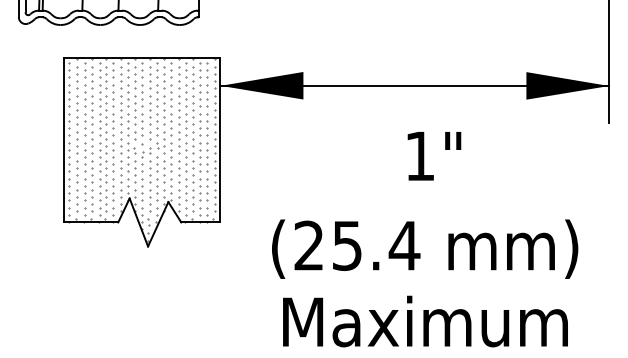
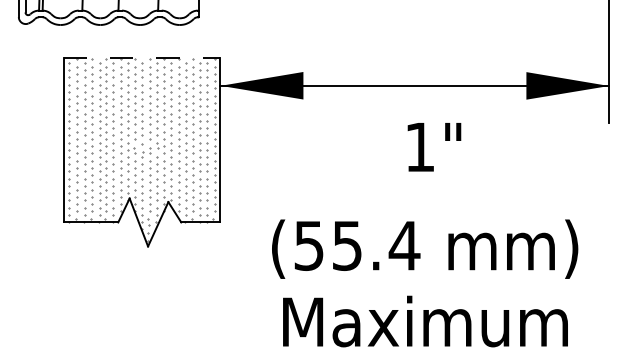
line at (142, 58): solid -> dashed
text at (434, 156) position: (434, 156) -> (434, 147)
text at (308, 245): (25.4 -> (55.4
